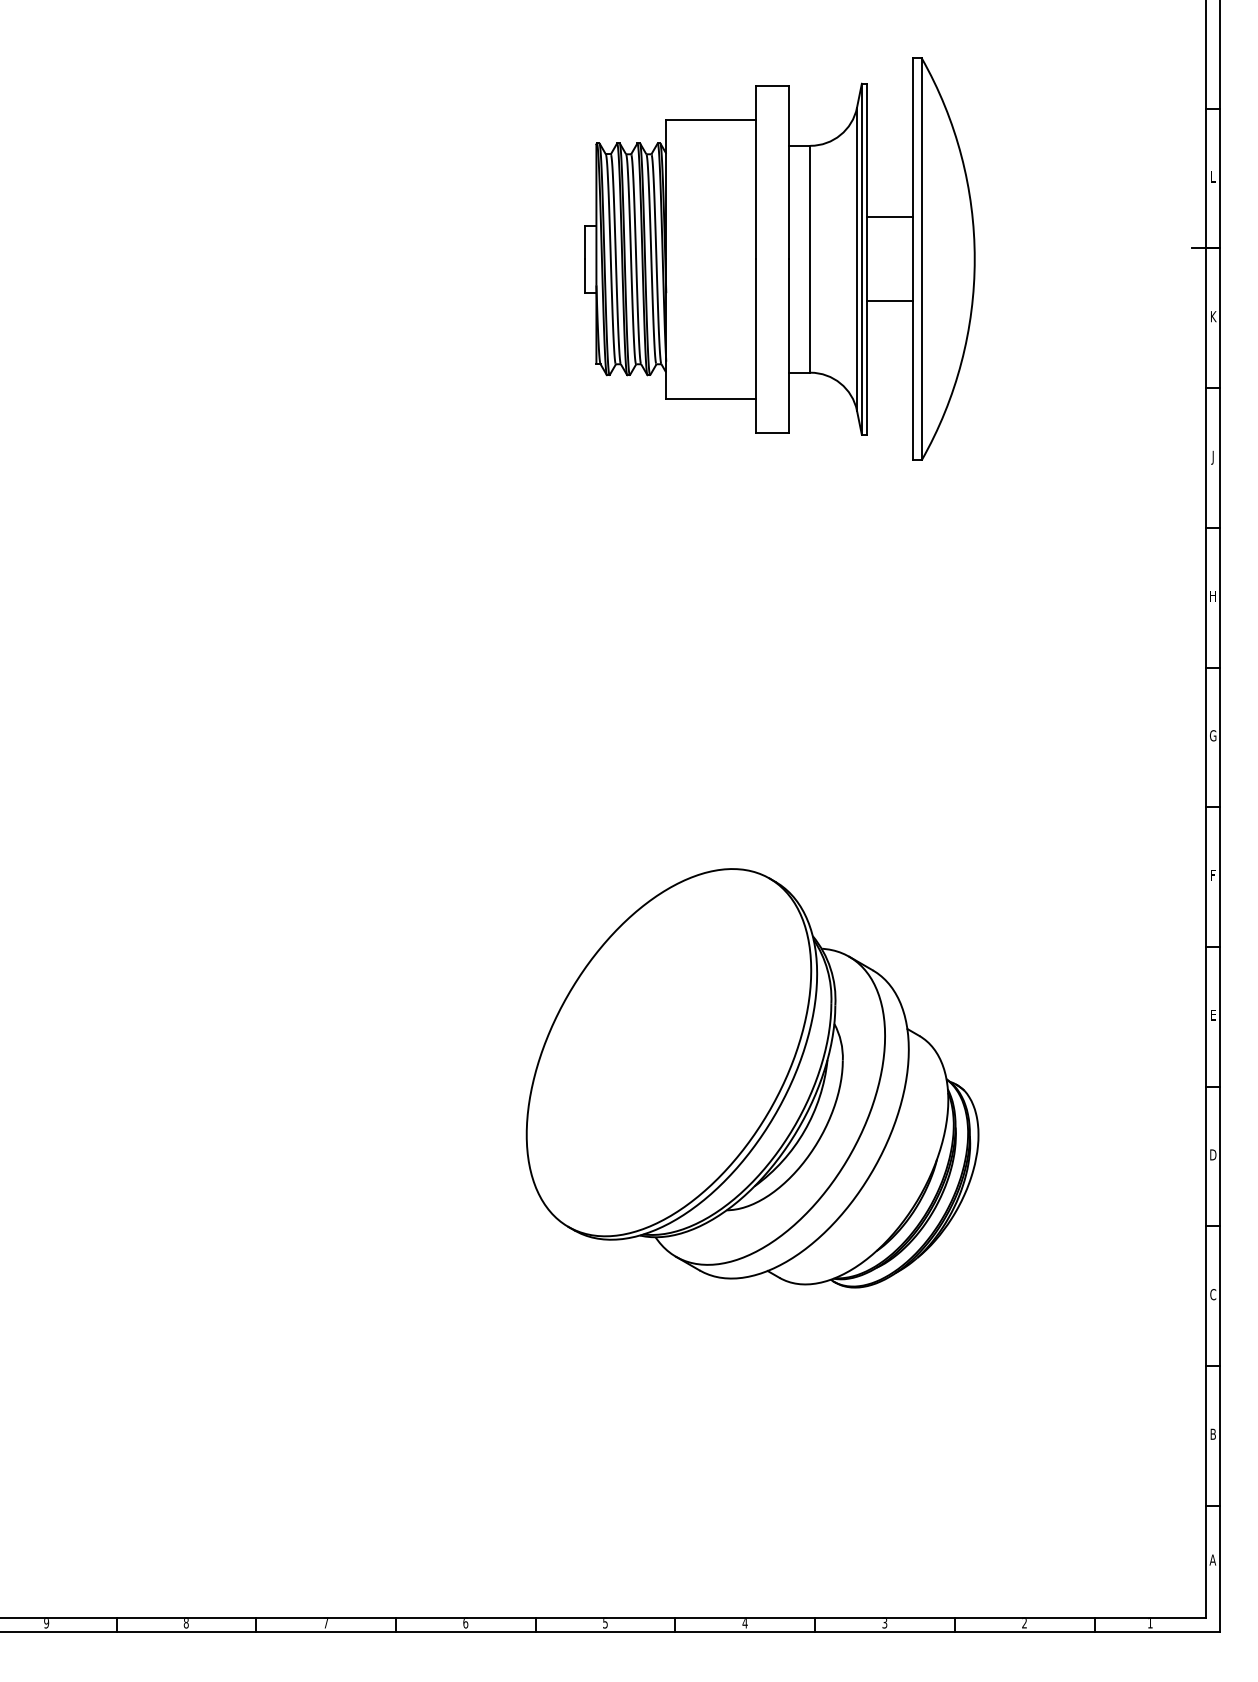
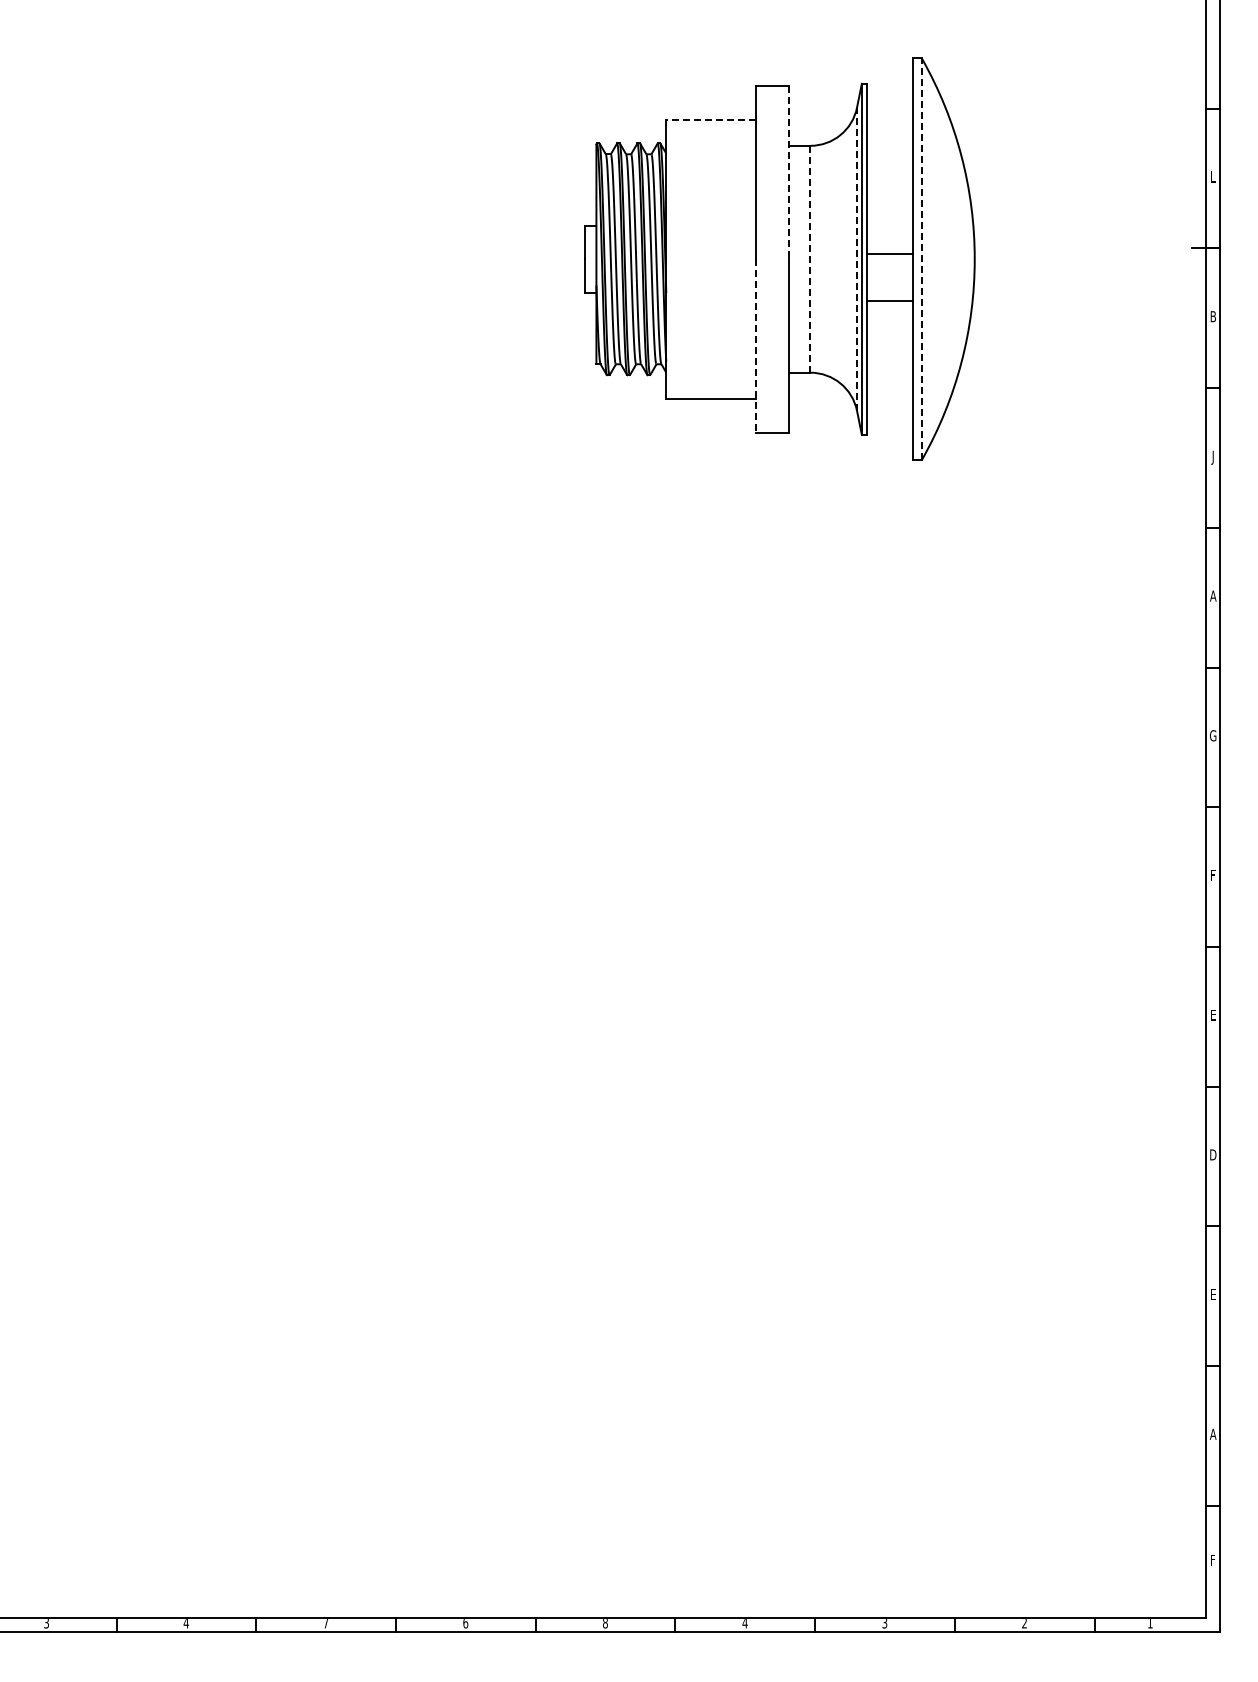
line at (710, 119): solid -> dashed
line at (789, 172): solid -> dashed
line at (890, 217) position: (890, 217) -> (890, 254)
line at (810, 258): solid -> dashed
line at (921, 258): solid -> dashed
line at (857, 259): solid -> dashed
text at (1213, 316): K -> B
line at (755, 345): solid -> dashed
text at (1213, 595): H -> A
part at (752, 1078): present -> none
text at (1213, 1294): C -> E
text at (1213, 1433): B -> A
text at (1212, 1559): A -> F
text at (46, 1623): 9 -> 3
text at (185, 1623): 8 -> 4
text at (605, 1623): 5 -> 8
